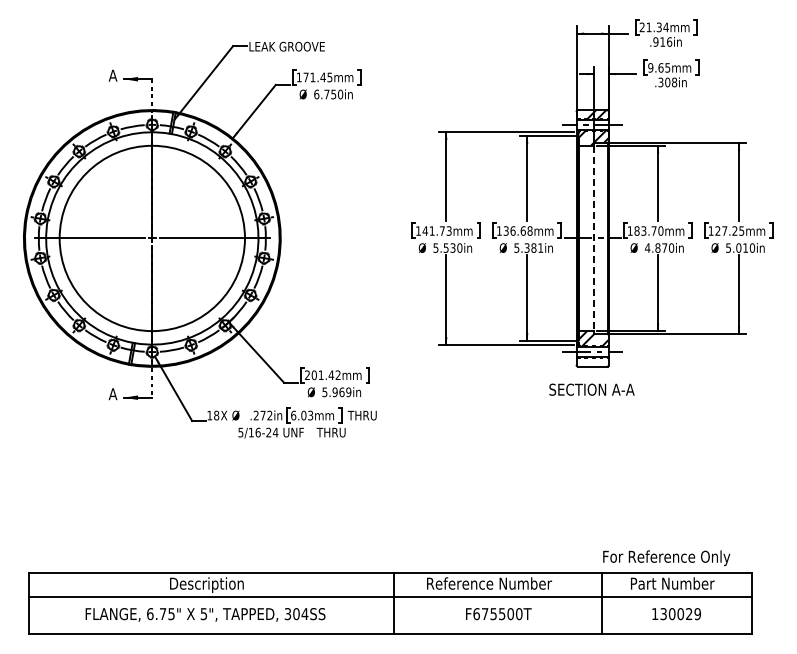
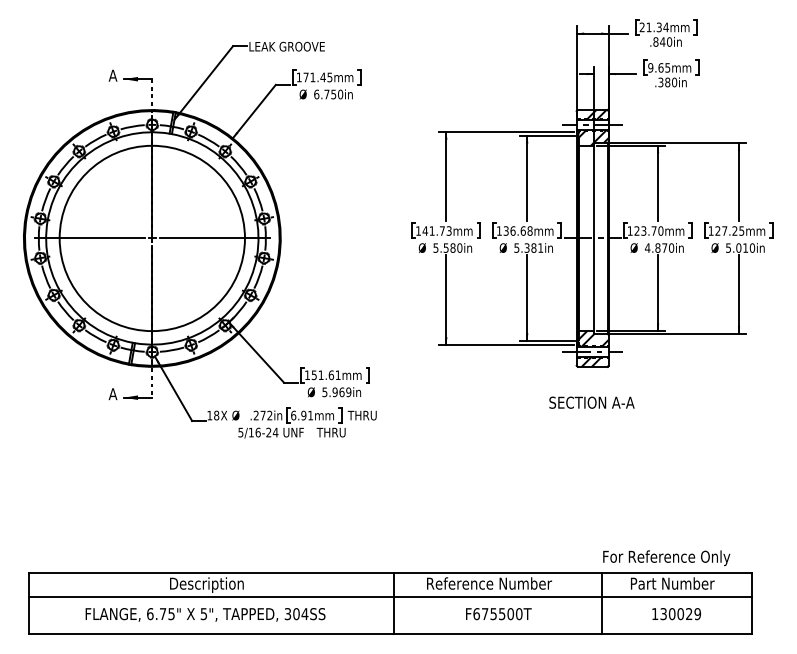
text at (662, 41): .916in -> .840in
text at (671, 82): .308in -> .380in
text at (636, 230): 183.70mm -> 123.70mm
line at (594, 238): dashed -> solid
text at (452, 247): 5.530in -> 5.580in
hatch at (591, 361): none -> present
text at (322, 375): 201.42mm -> 151.61mm
text at (591, 389) position: (591, 389) -> (591, 402)
text at (307, 415): 6.03mm -> 6.91mm
